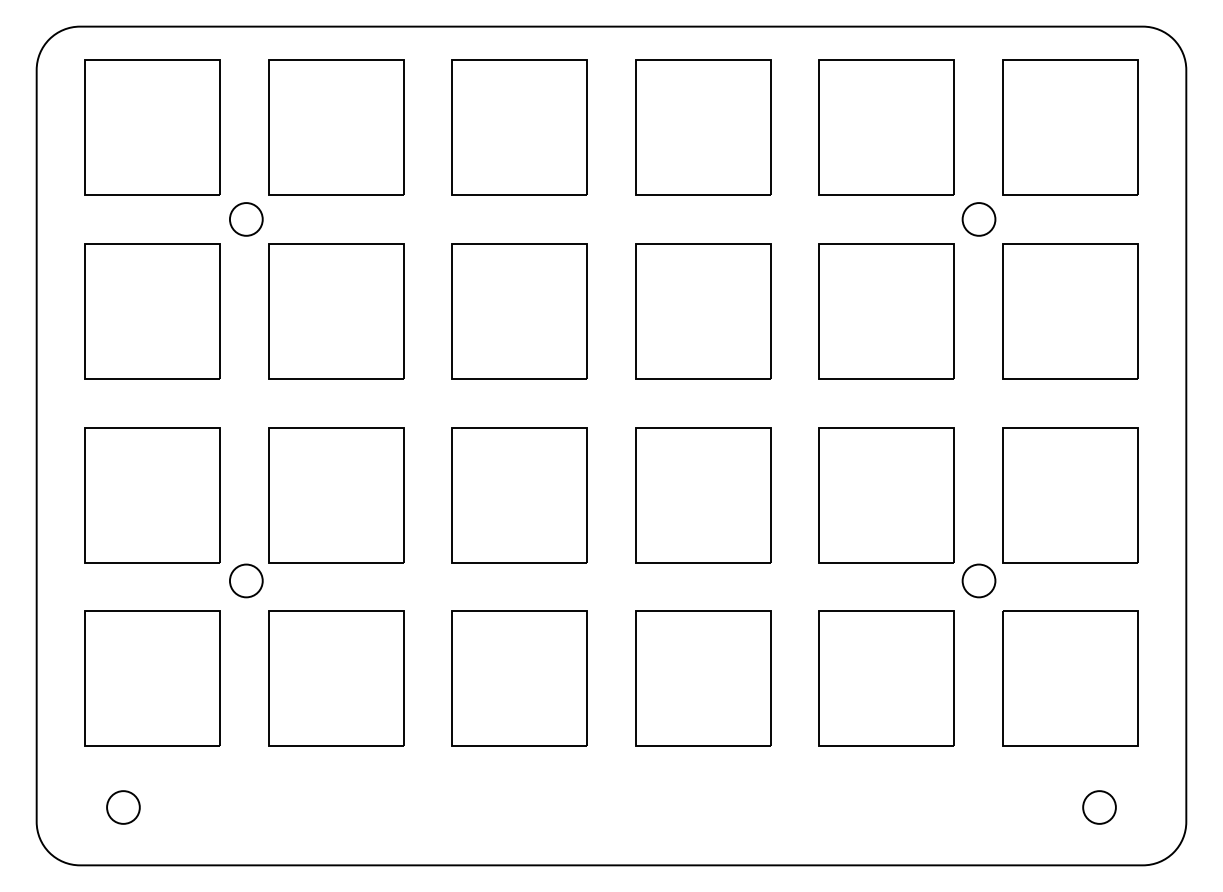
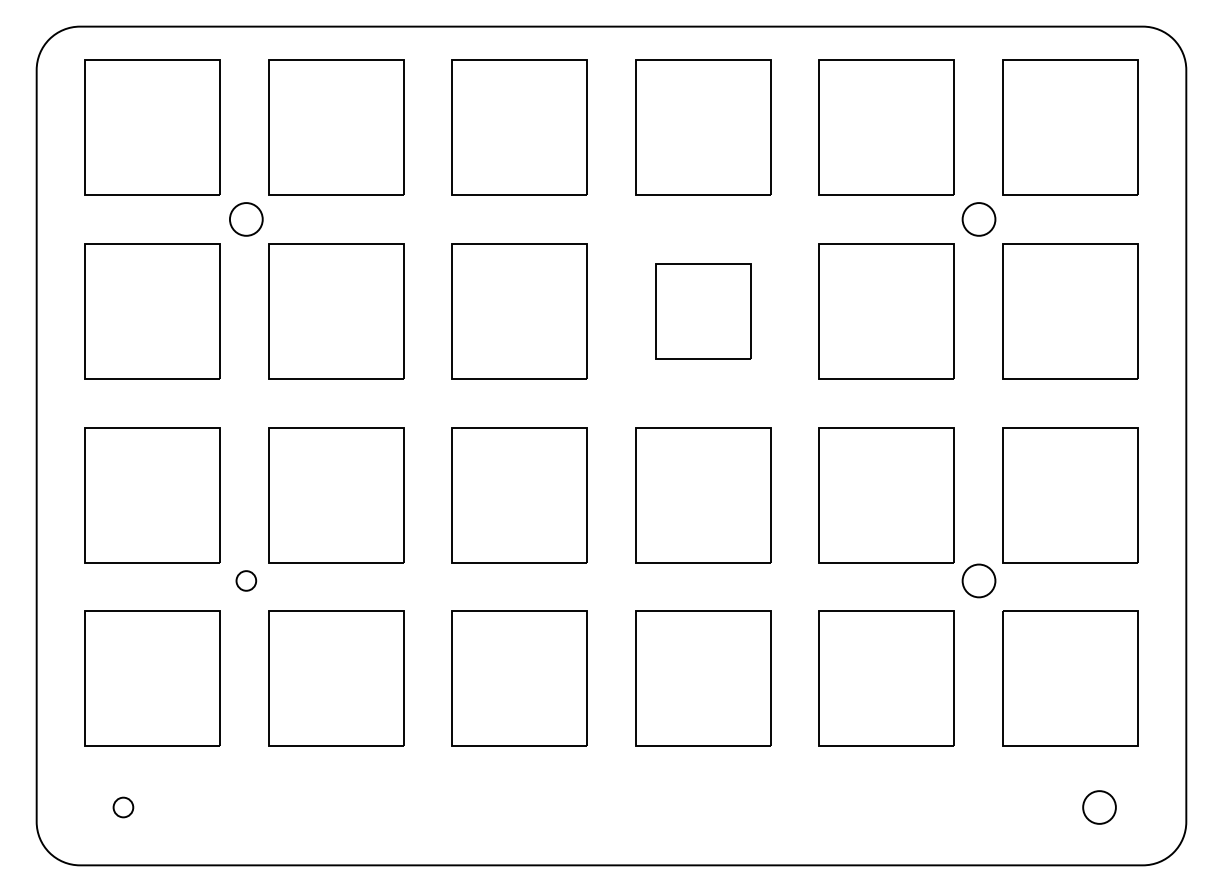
part at (703, 311) size: 137x137 px -> 97x97 px
circle at (245, 580) diameter: 33 px -> 20 px
circle at (123, 807) diameter: 33 px -> 20 px
